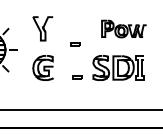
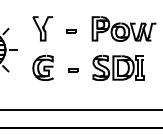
part at (123, 28) size: 46x20 px -> 66x26 px
part at (75, 44) position: (75, 44) -> (71, 31)
part at (77, 77) position: (77, 77) -> (73, 70)
